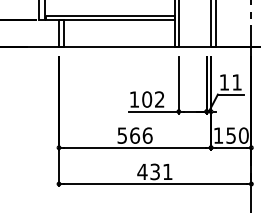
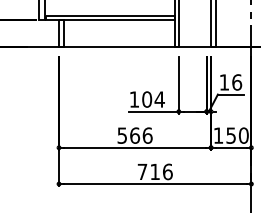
text at (237, 82): 11 -> 16
text at (159, 99): 102 -> 104
text at (154, 171): 431 -> 716
